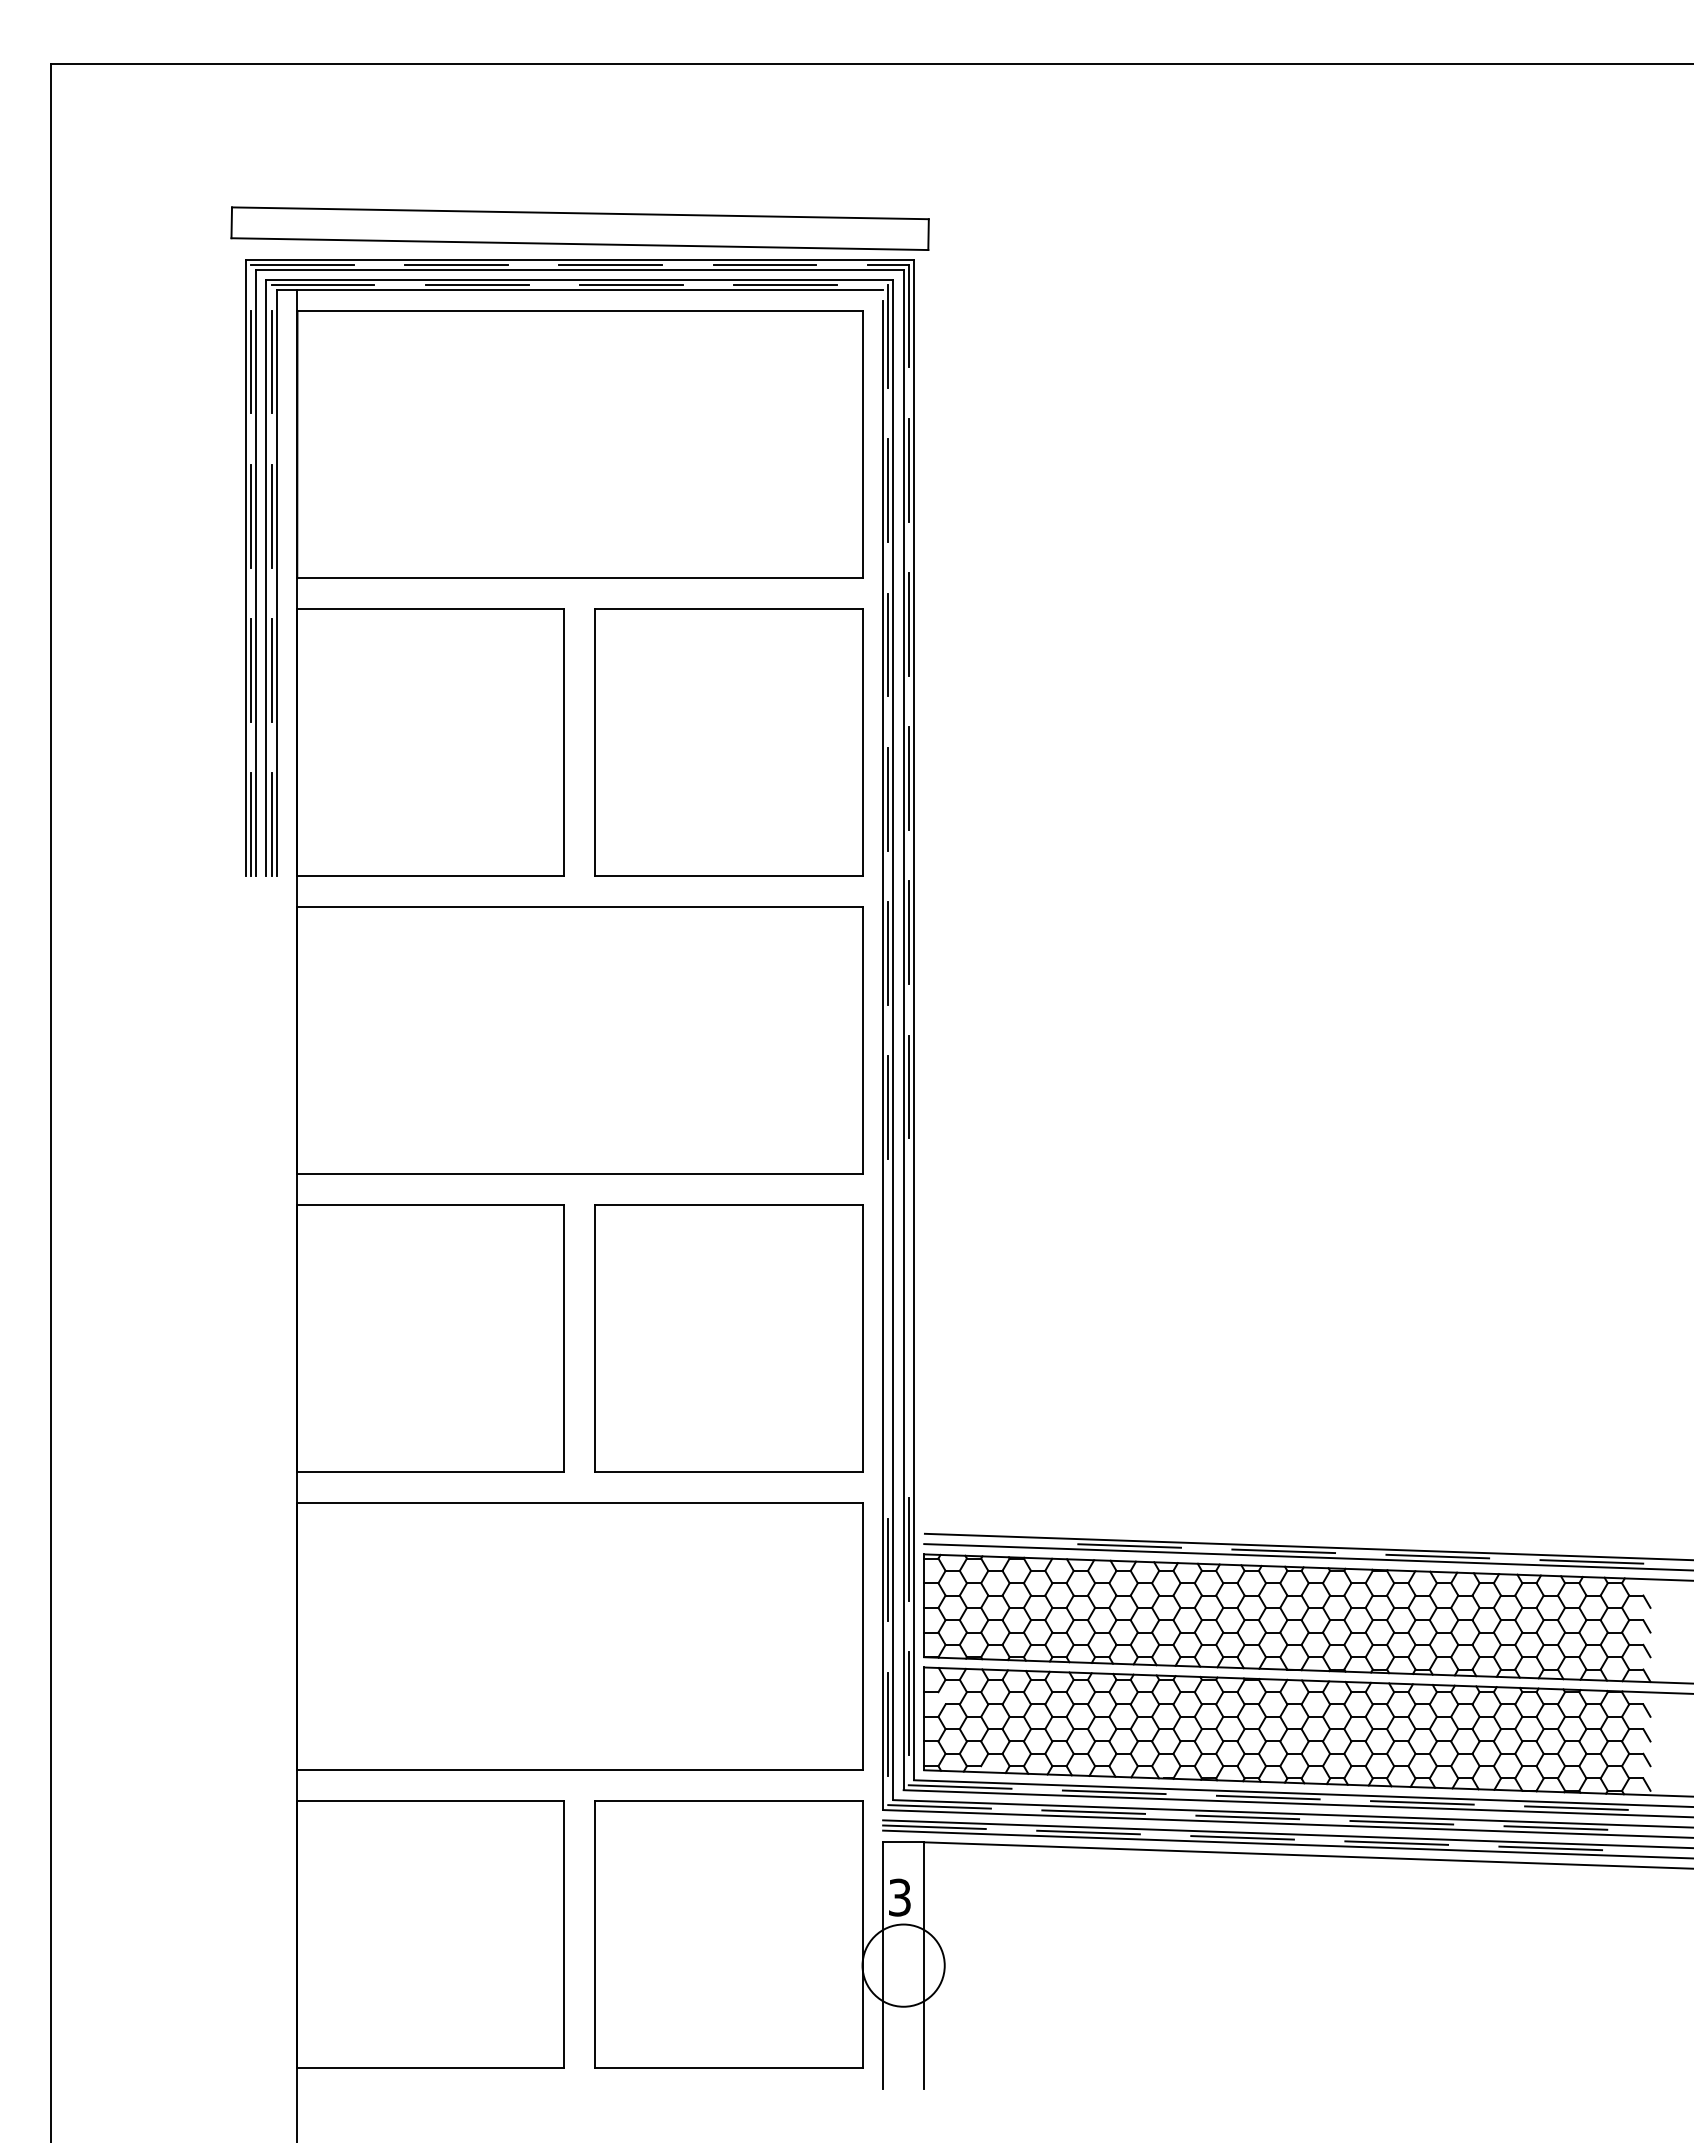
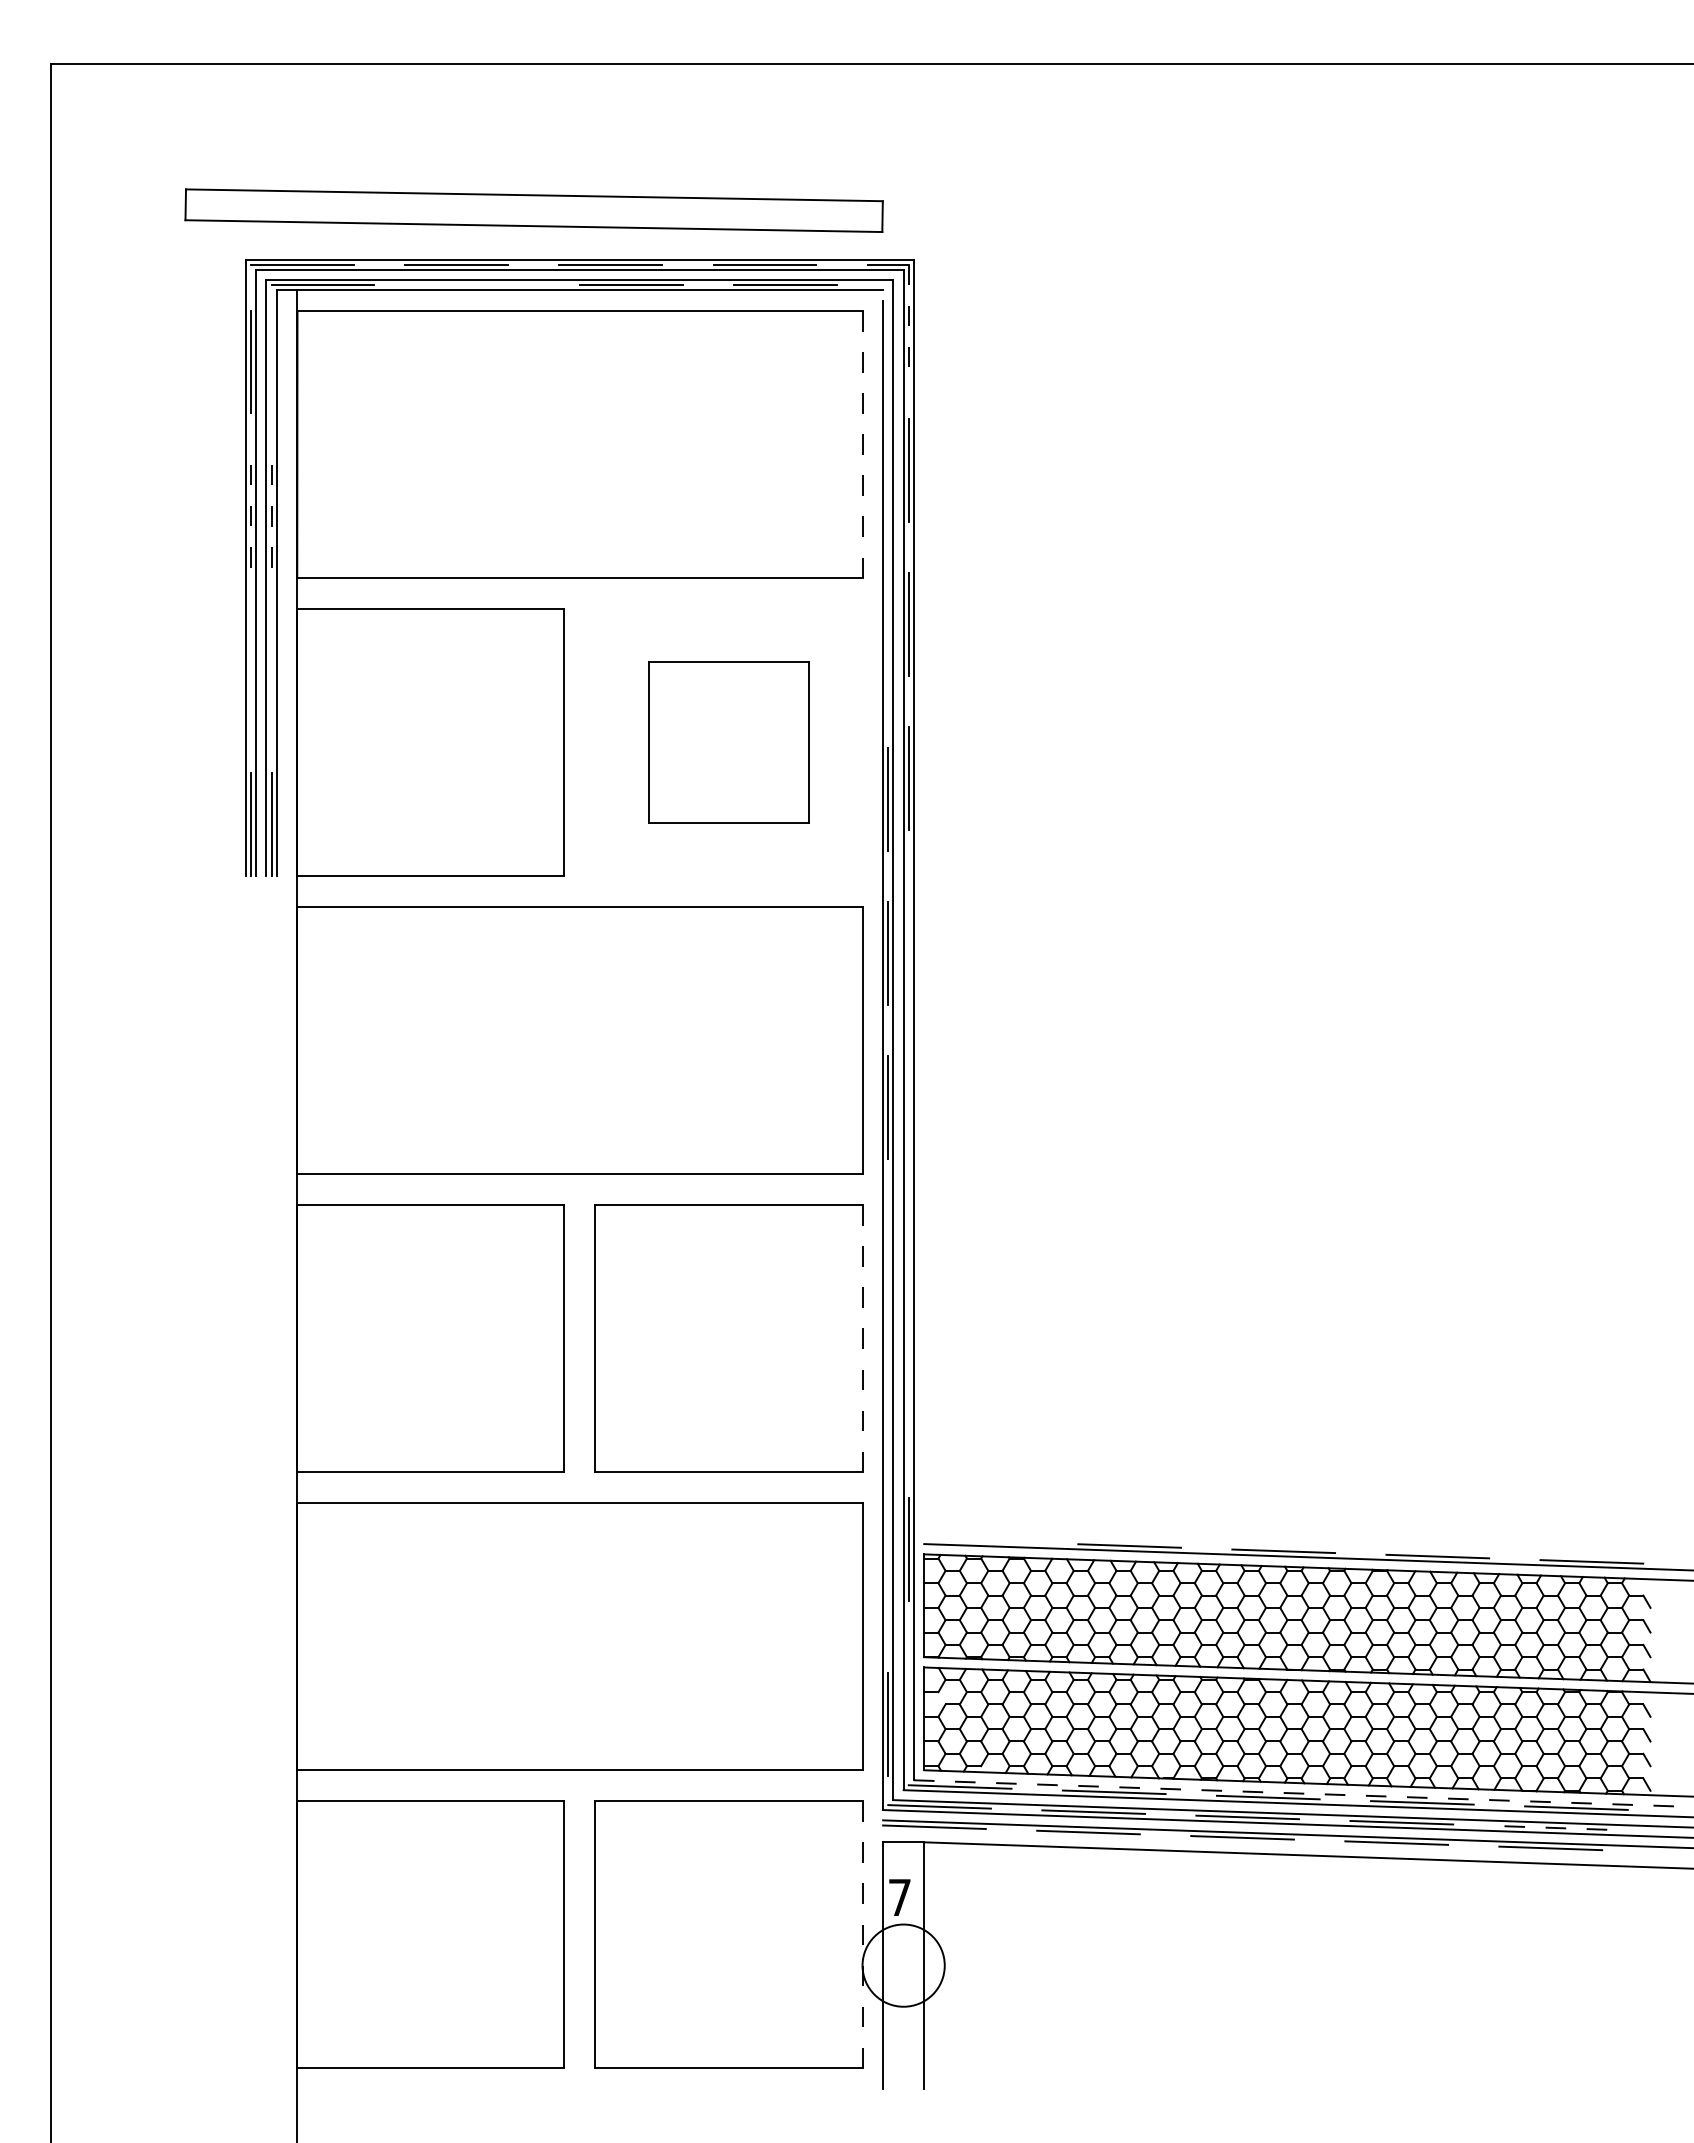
part at (579, 228) position: (579, 228) -> (533, 210)
line at (476, 285): present -> none
line at (908, 316): solid -> dashed
line at (888, 336): present -> none
line at (271, 361): present -> none
line at (862, 444): solid -> dashed
line at (888, 490): present -> none
line at (251, 515): solid -> dashed
line at (271, 515): solid -> dashed
line at (888, 644): present -> none
line at (251, 669): present -> none
line at (271, 670): present -> none
part at (728, 742) size: 270x269 px -> 162x163 px
line at (908, 932): present -> none
line at (908, 1086): present -> none
line at (862, 1338): solid -> dashed
line at (1307, 1546): present -> none
line at (888, 1569): present -> none
line at (908, 1703): present -> none
line at (1303, 1793): solid -> dashed
line at (1556, 1828): solid -> dashed
line at (1286, 1844): present -> none
text at (899, 1897): 3 -> 7
line at (862, 1934): solid -> dashed
